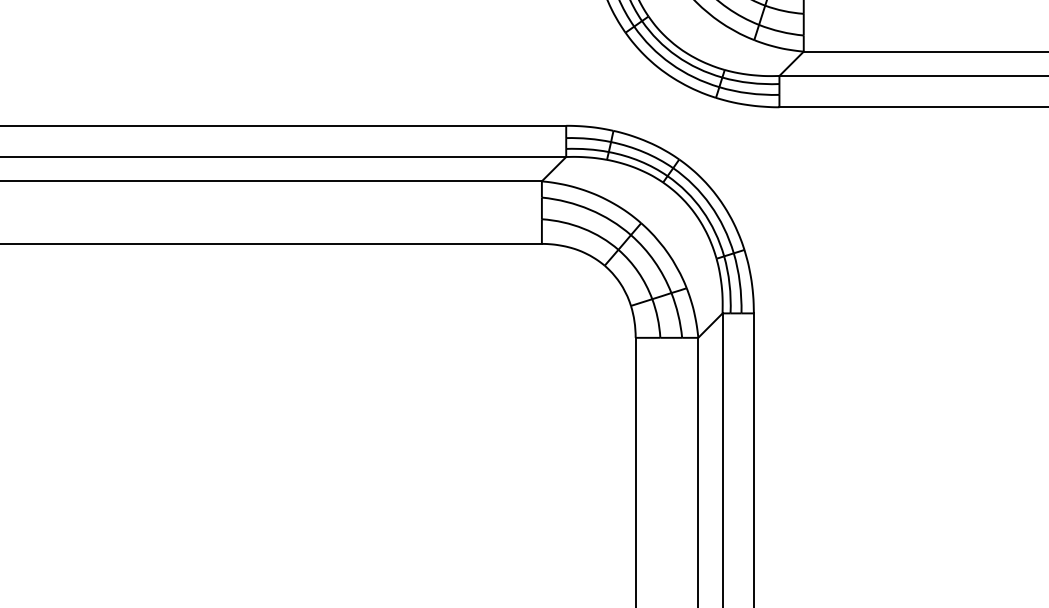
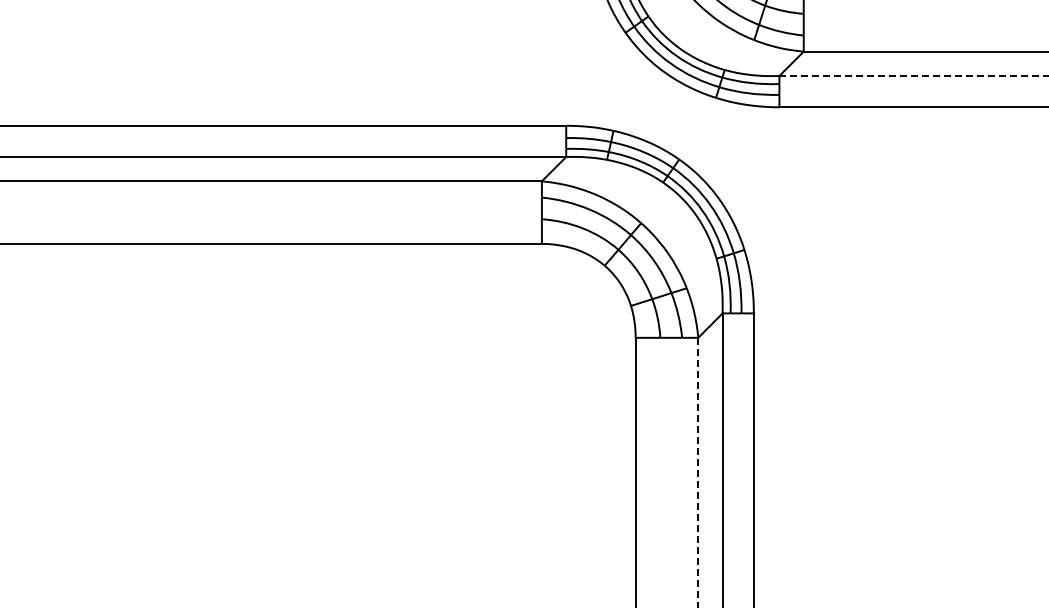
line at (914, 75): solid -> dashed
line at (698, 472): solid -> dashed
